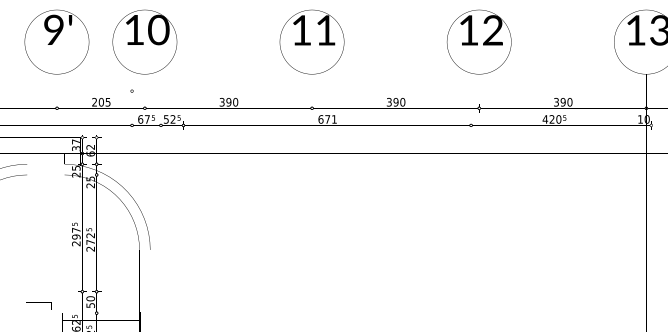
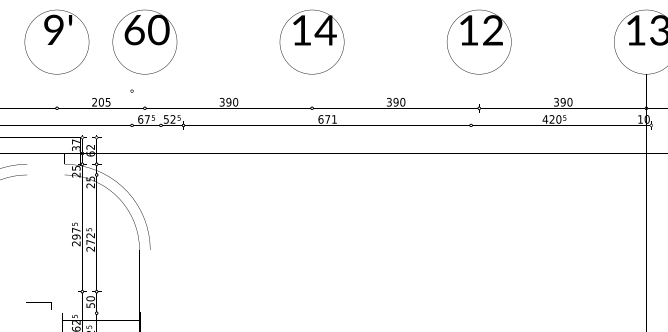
text at (134, 30): 10 -> 60
text at (325, 30): 11 -> 14
